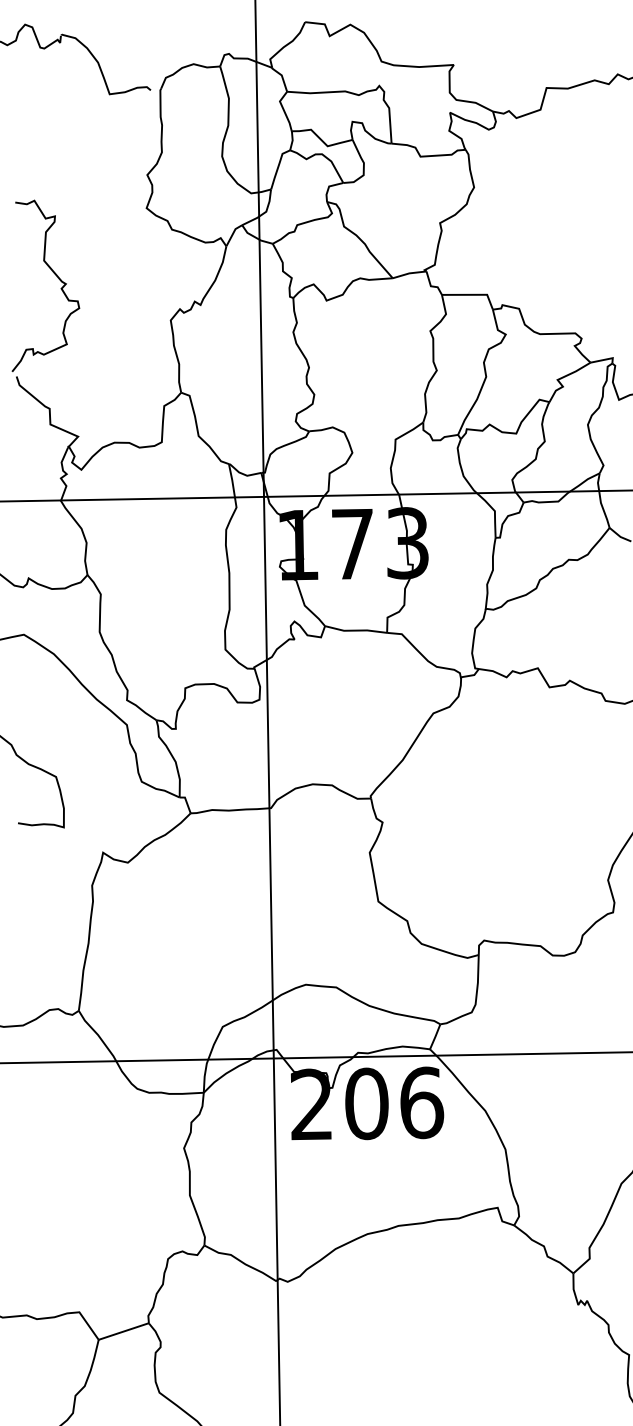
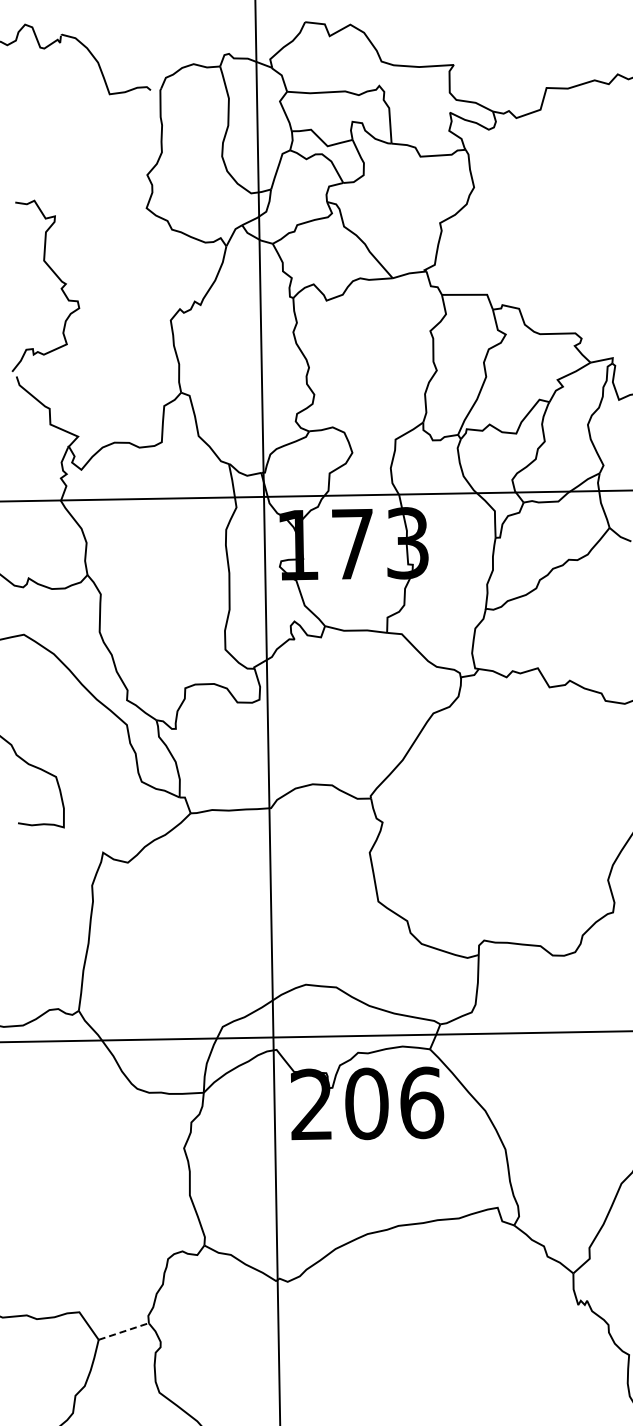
line at (315, 1057) position: (315, 1057) -> (315, 1036)
line at (124, 1331): solid -> dashed
